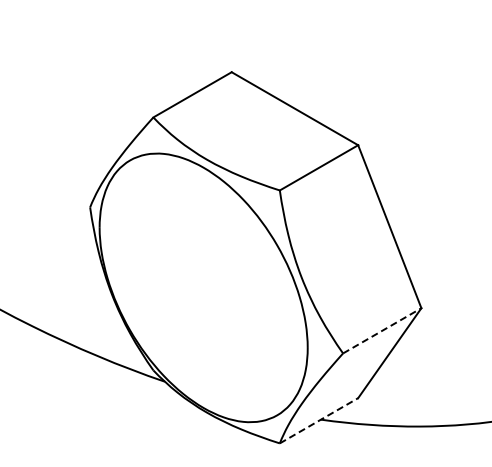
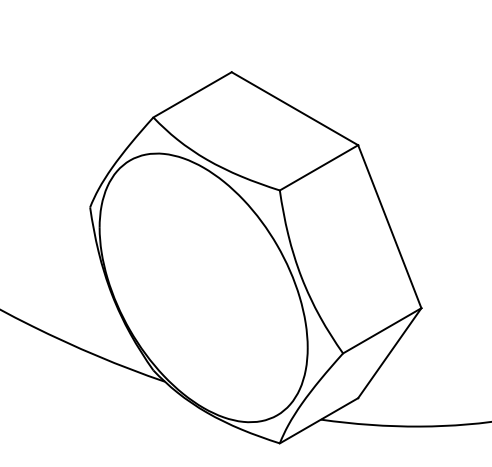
line at (382, 330): dashed -> solid
line at (319, 420): dashed -> solid
